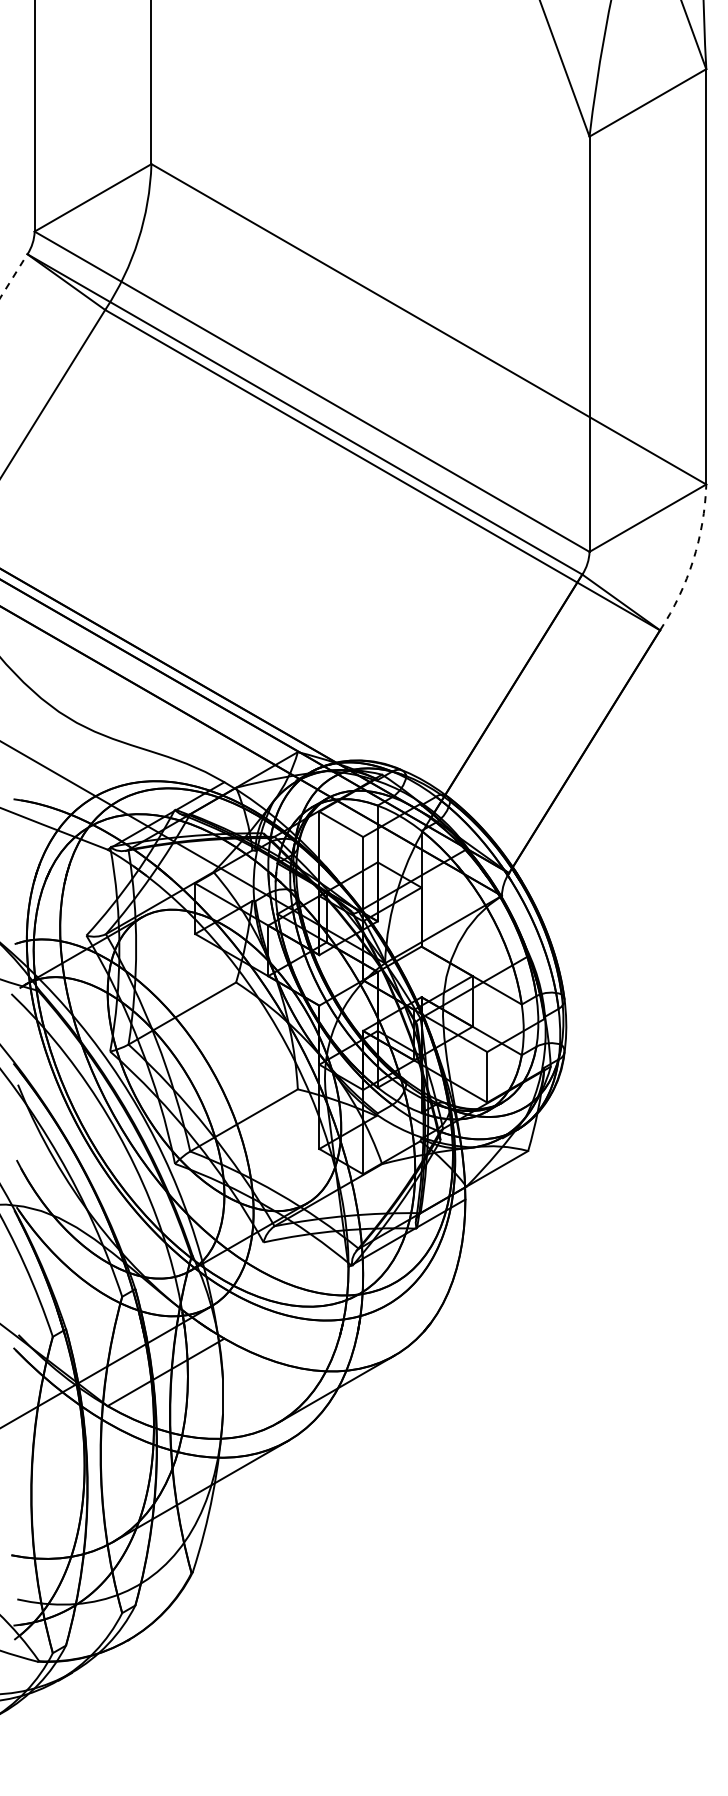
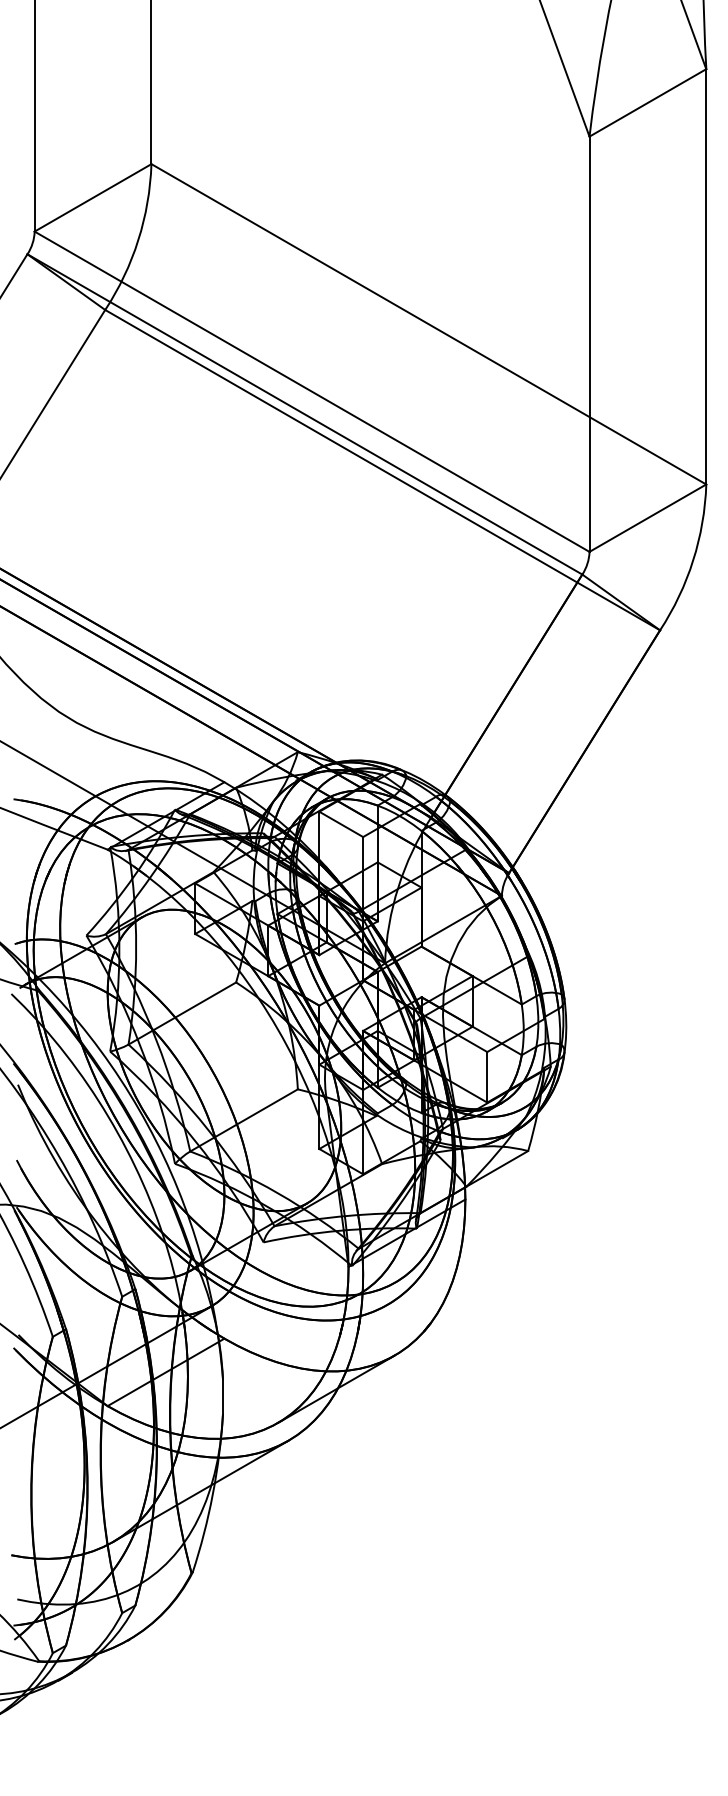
line at (13, 276): dashed -> solid
arc at (693, 560): dashed -> solid
